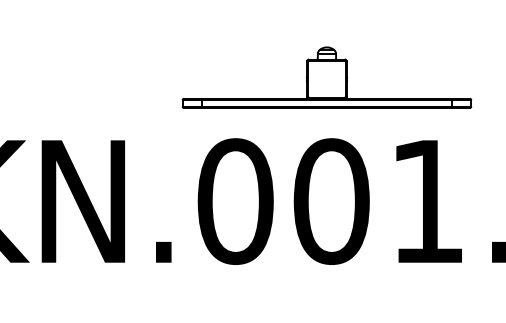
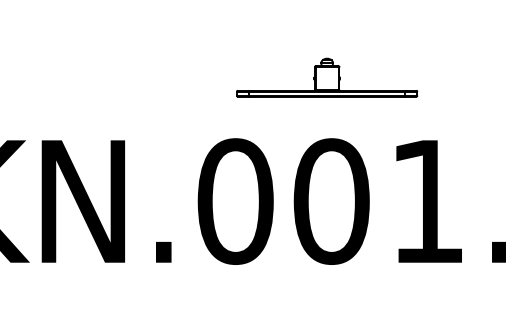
part at (326, 77) size: 292x63 px -> 183x41 px
